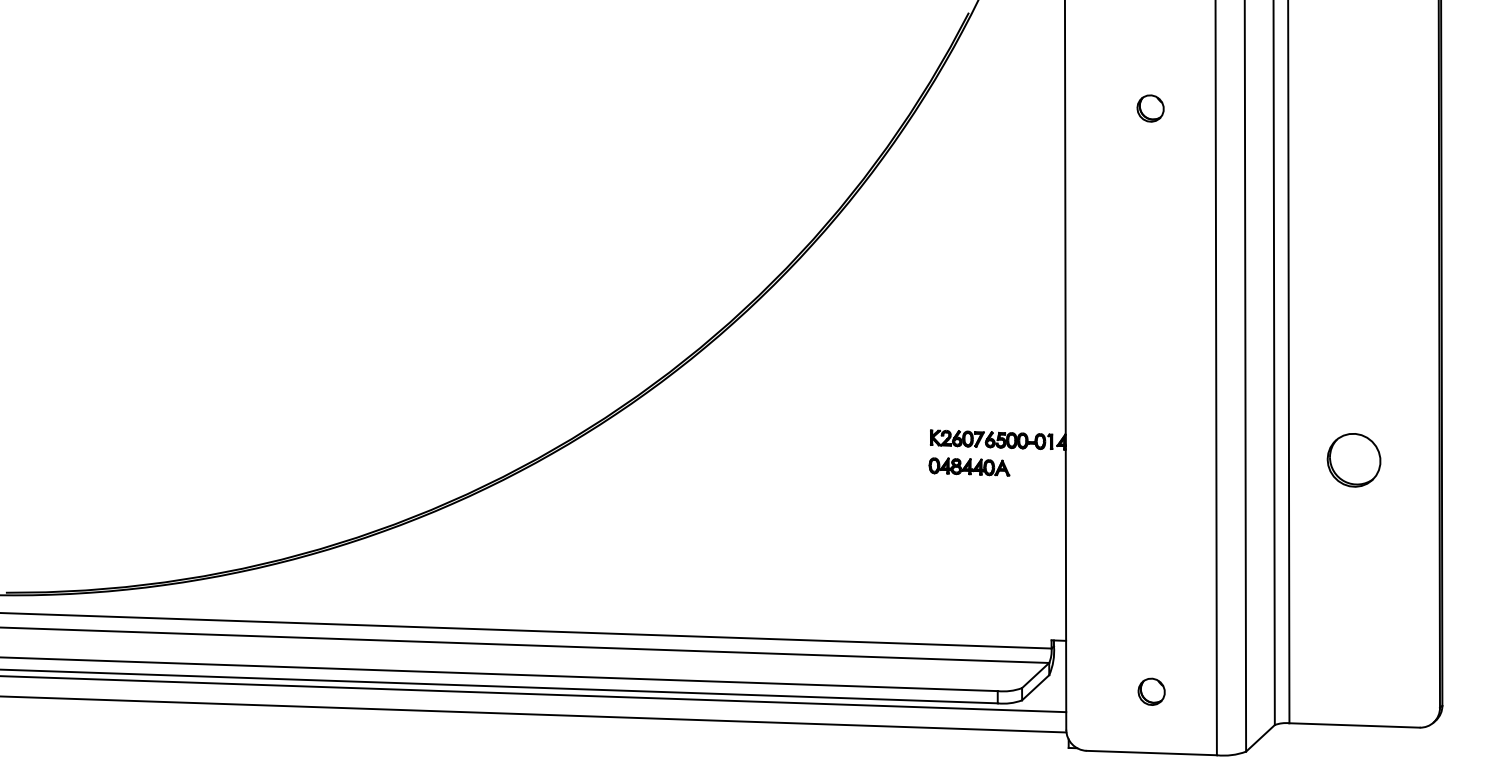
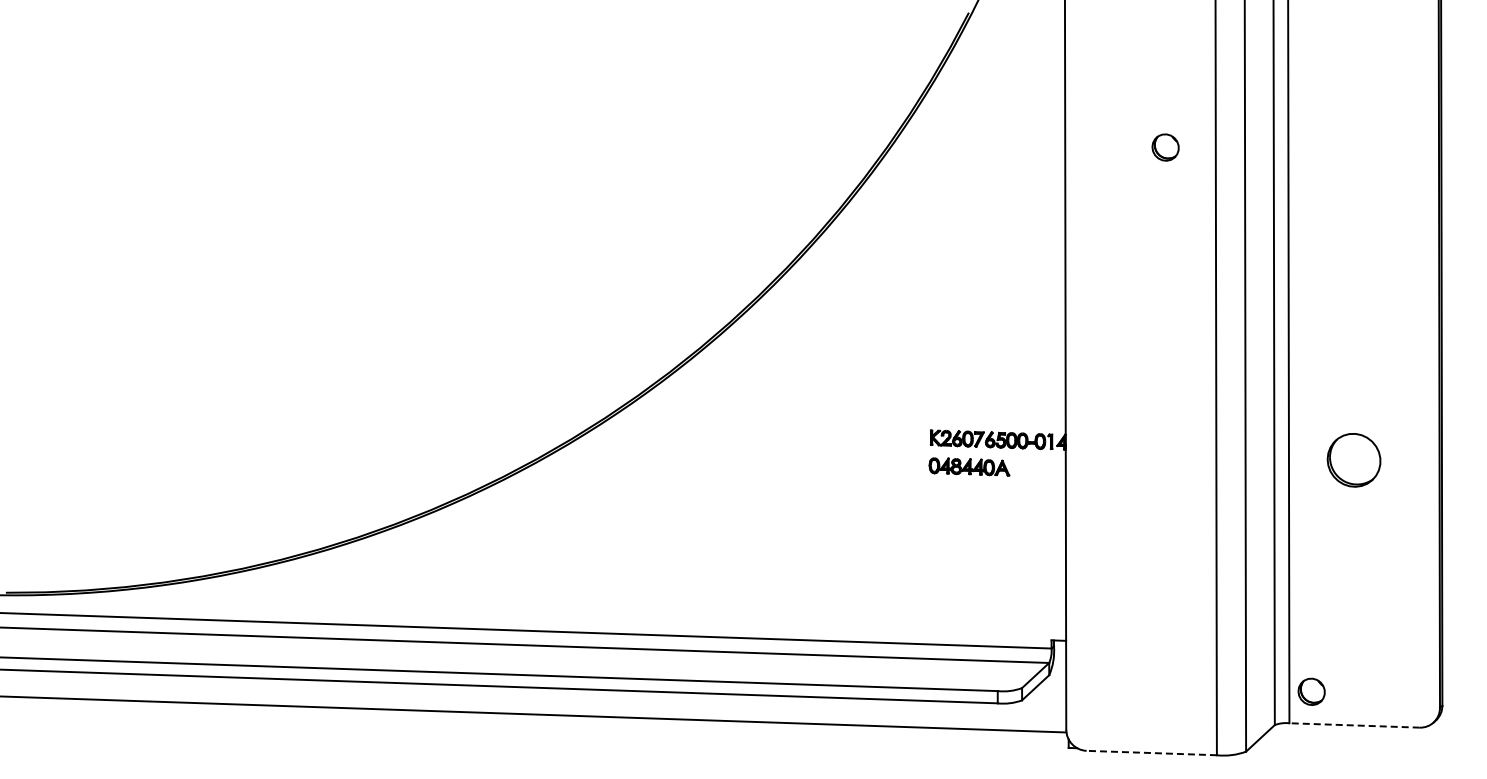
part at (1150, 108) position: (1150, 108) -> (1165, 147)
part at (1151, 691) position: (1151, 691) -> (1311, 691)
line at (534, 694): present -> none
line at (1354, 725): solid -> dashed
line at (1151, 753): solid -> dashed
